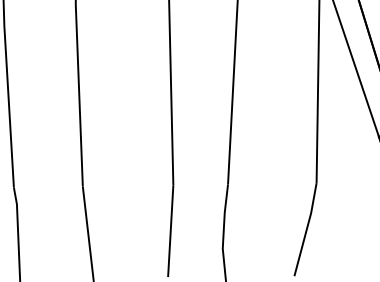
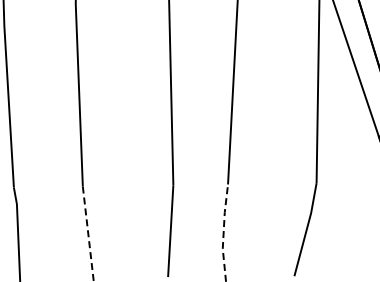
line at (223, 232): solid -> dashed
line at (88, 233): solid -> dashed
